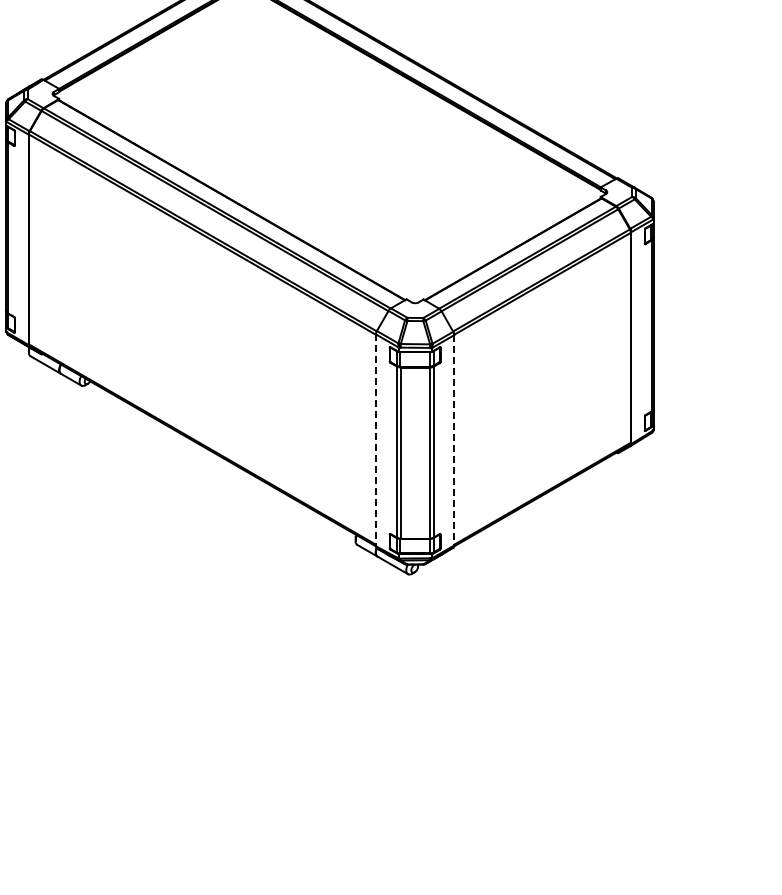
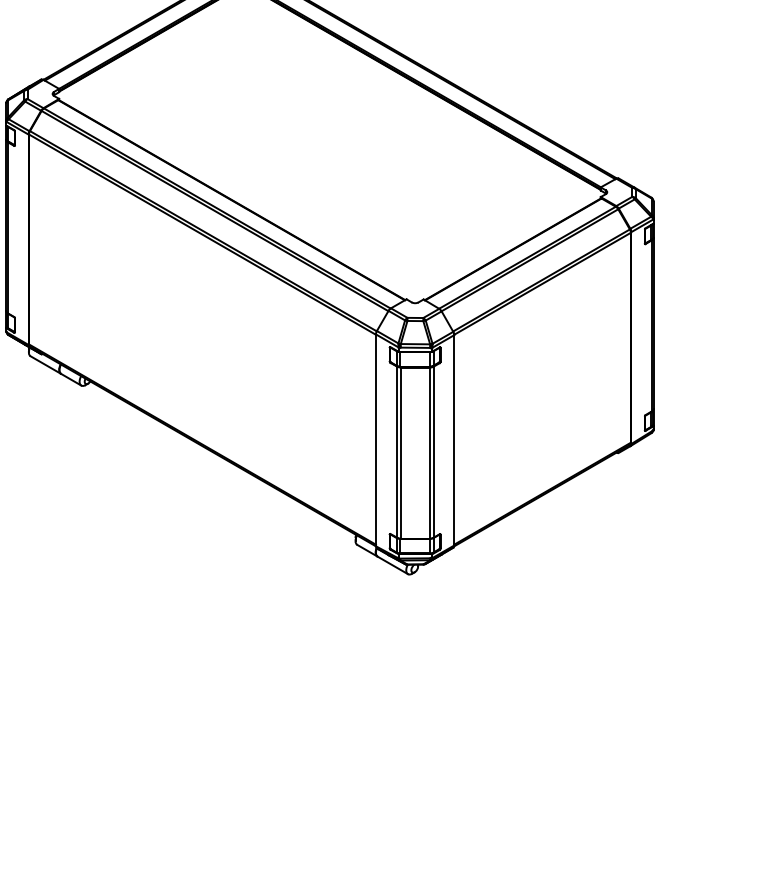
line at (375, 440): dashed -> solid
line at (454, 440): dashed -> solid
